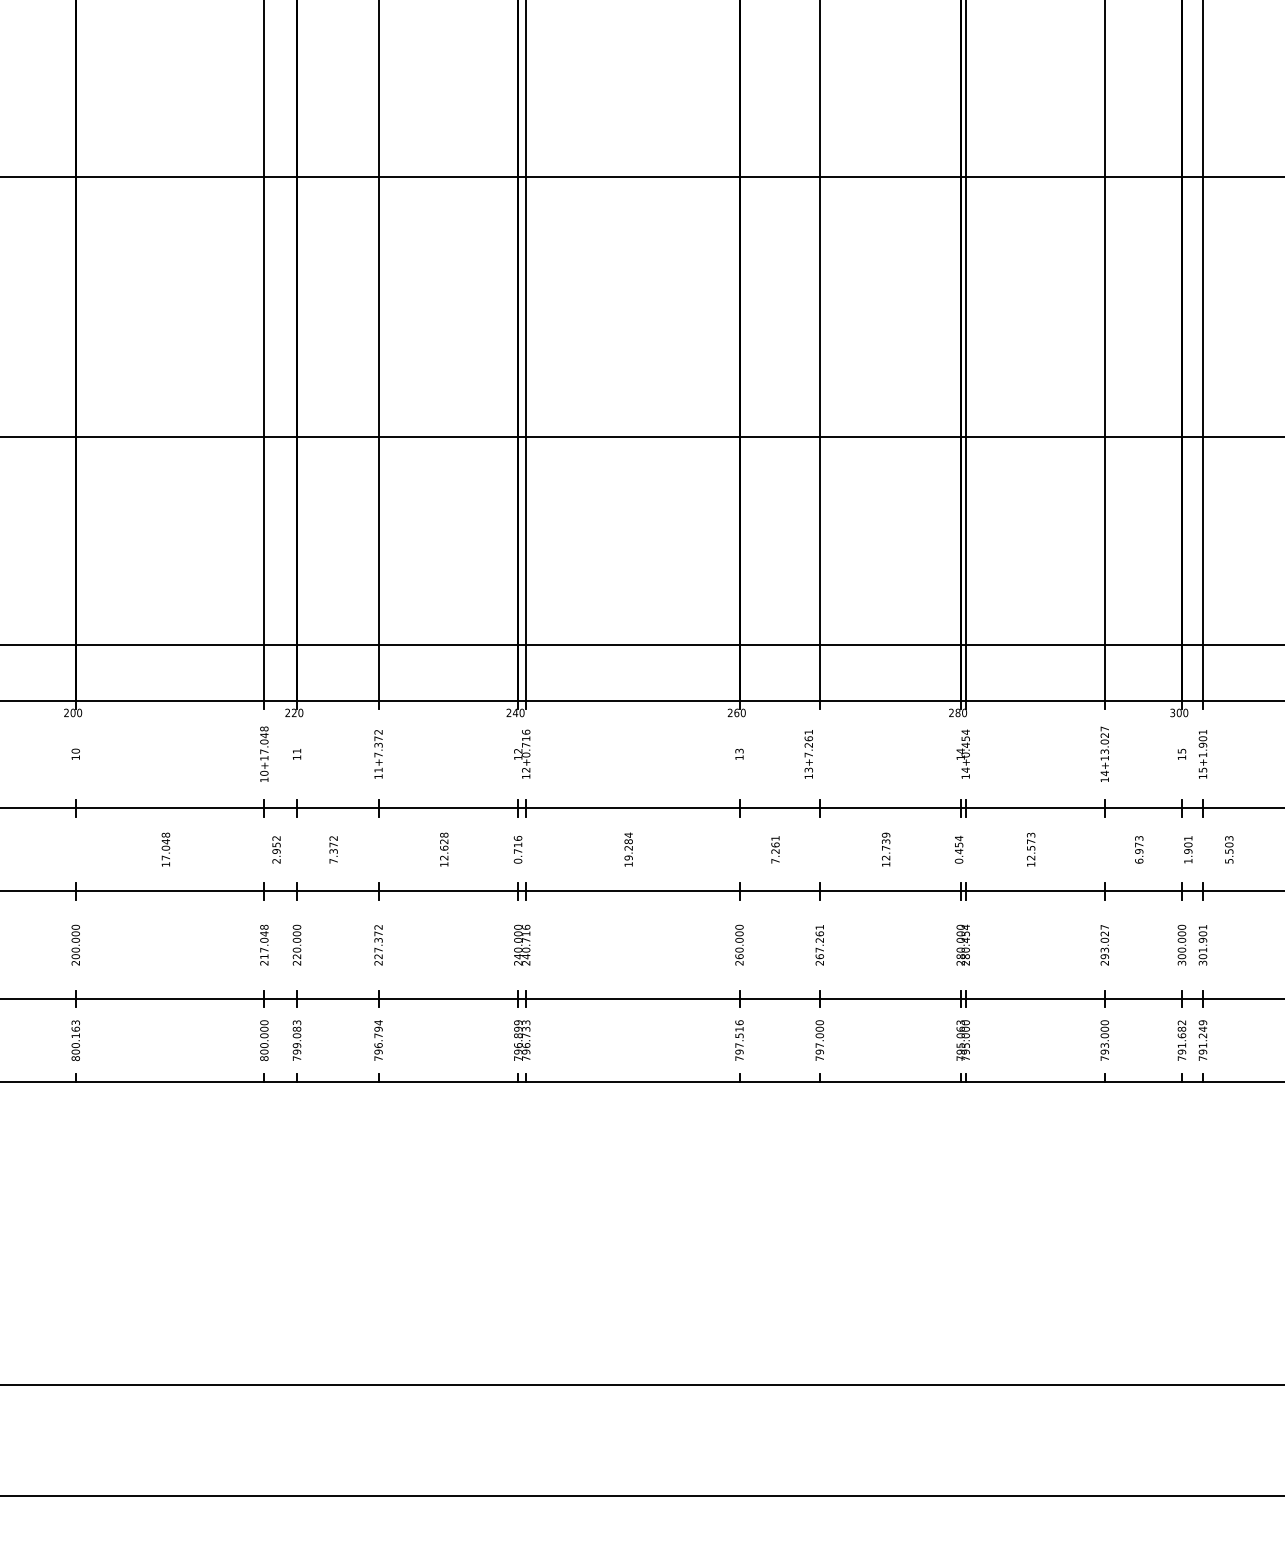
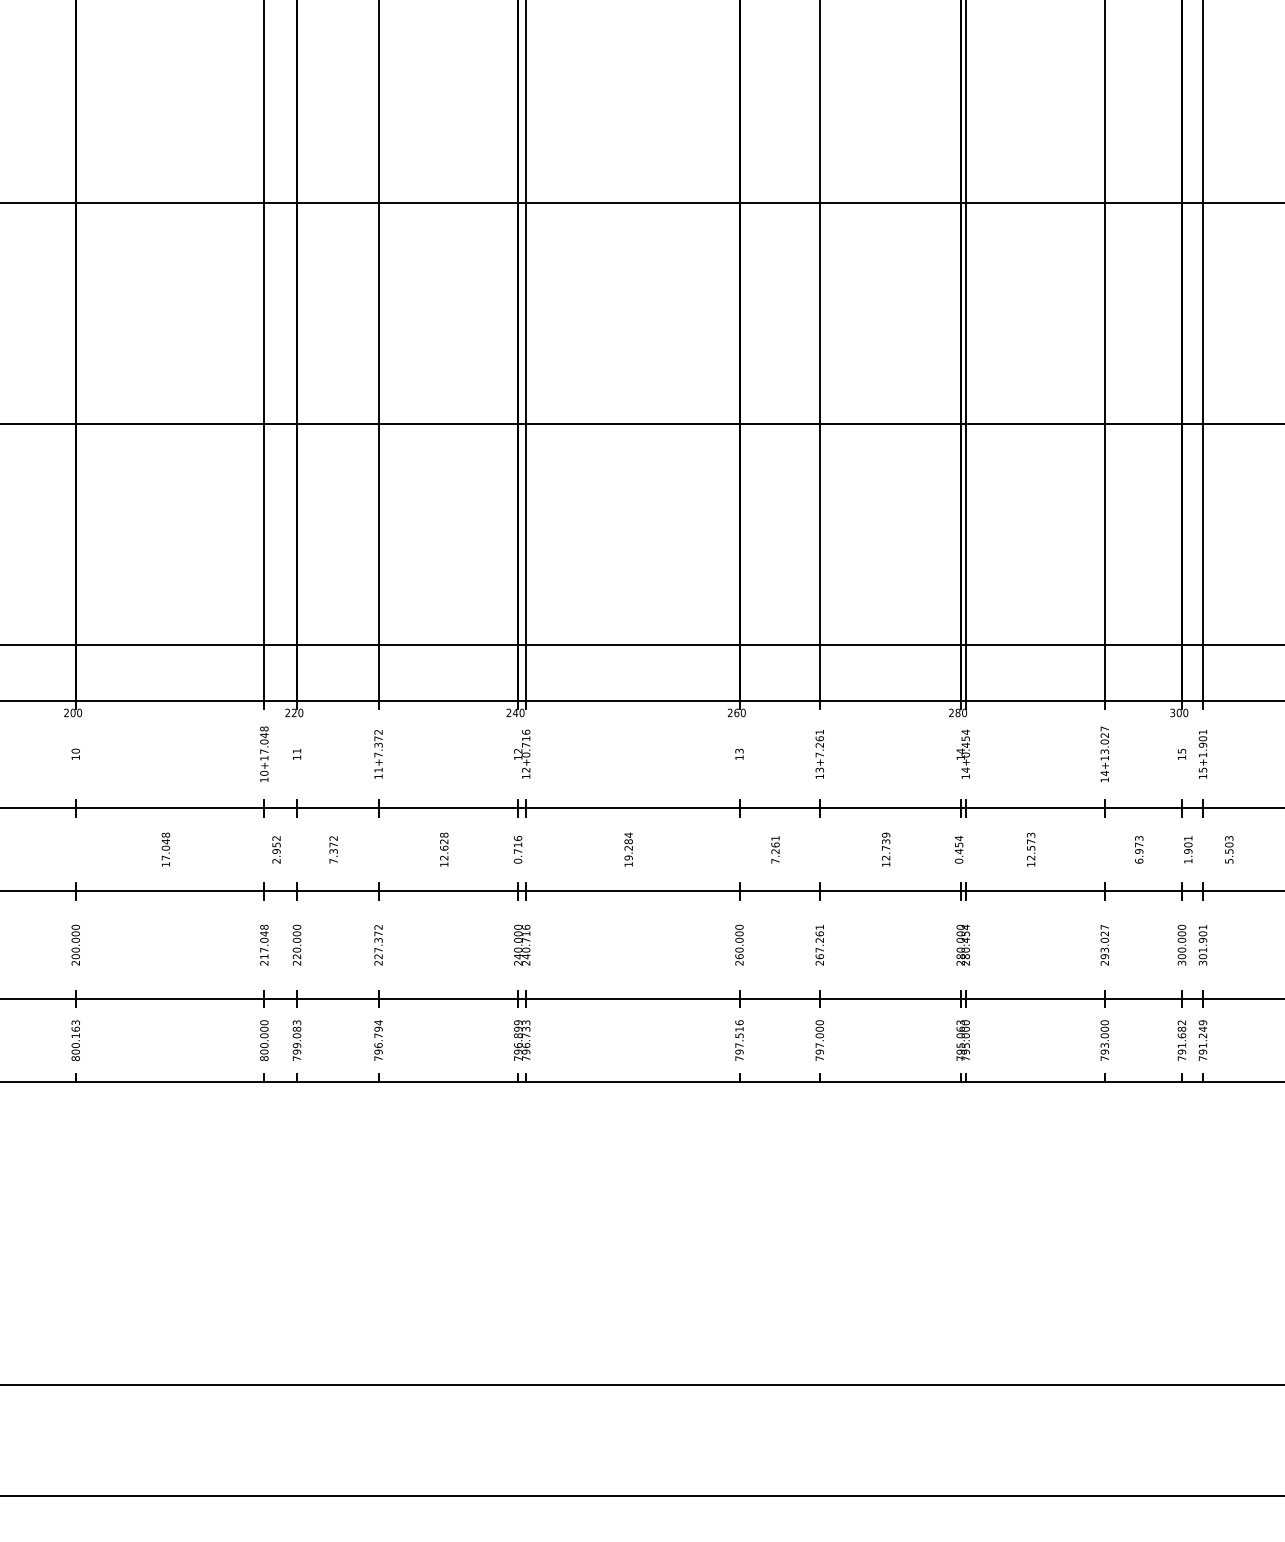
line at (641, 176) position: (641, 176) -> (641, 202)
line at (641, 436) position: (641, 436) -> (641, 423)
text at (808, 754) position: (808, 754) -> (819, 754)
